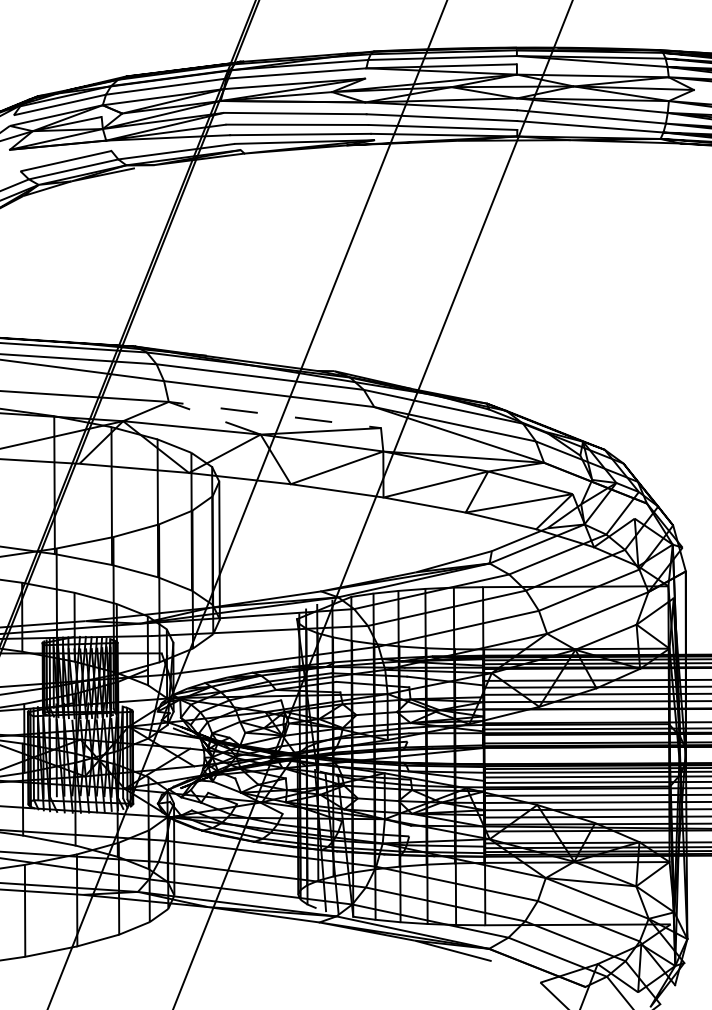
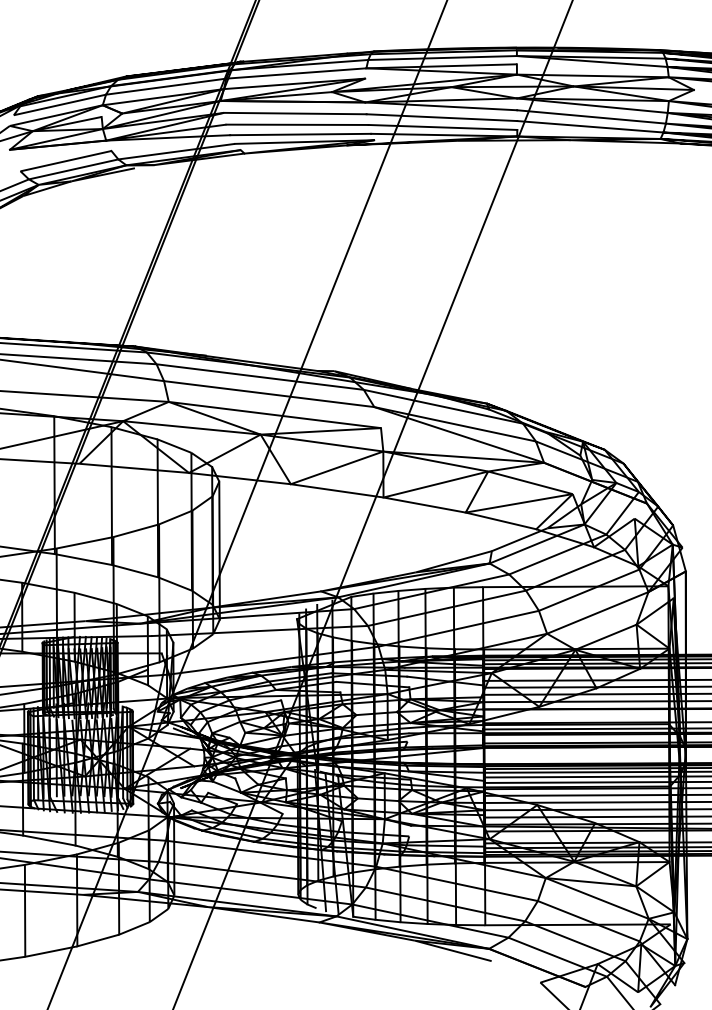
line at (226, 409): dashed -> solid
